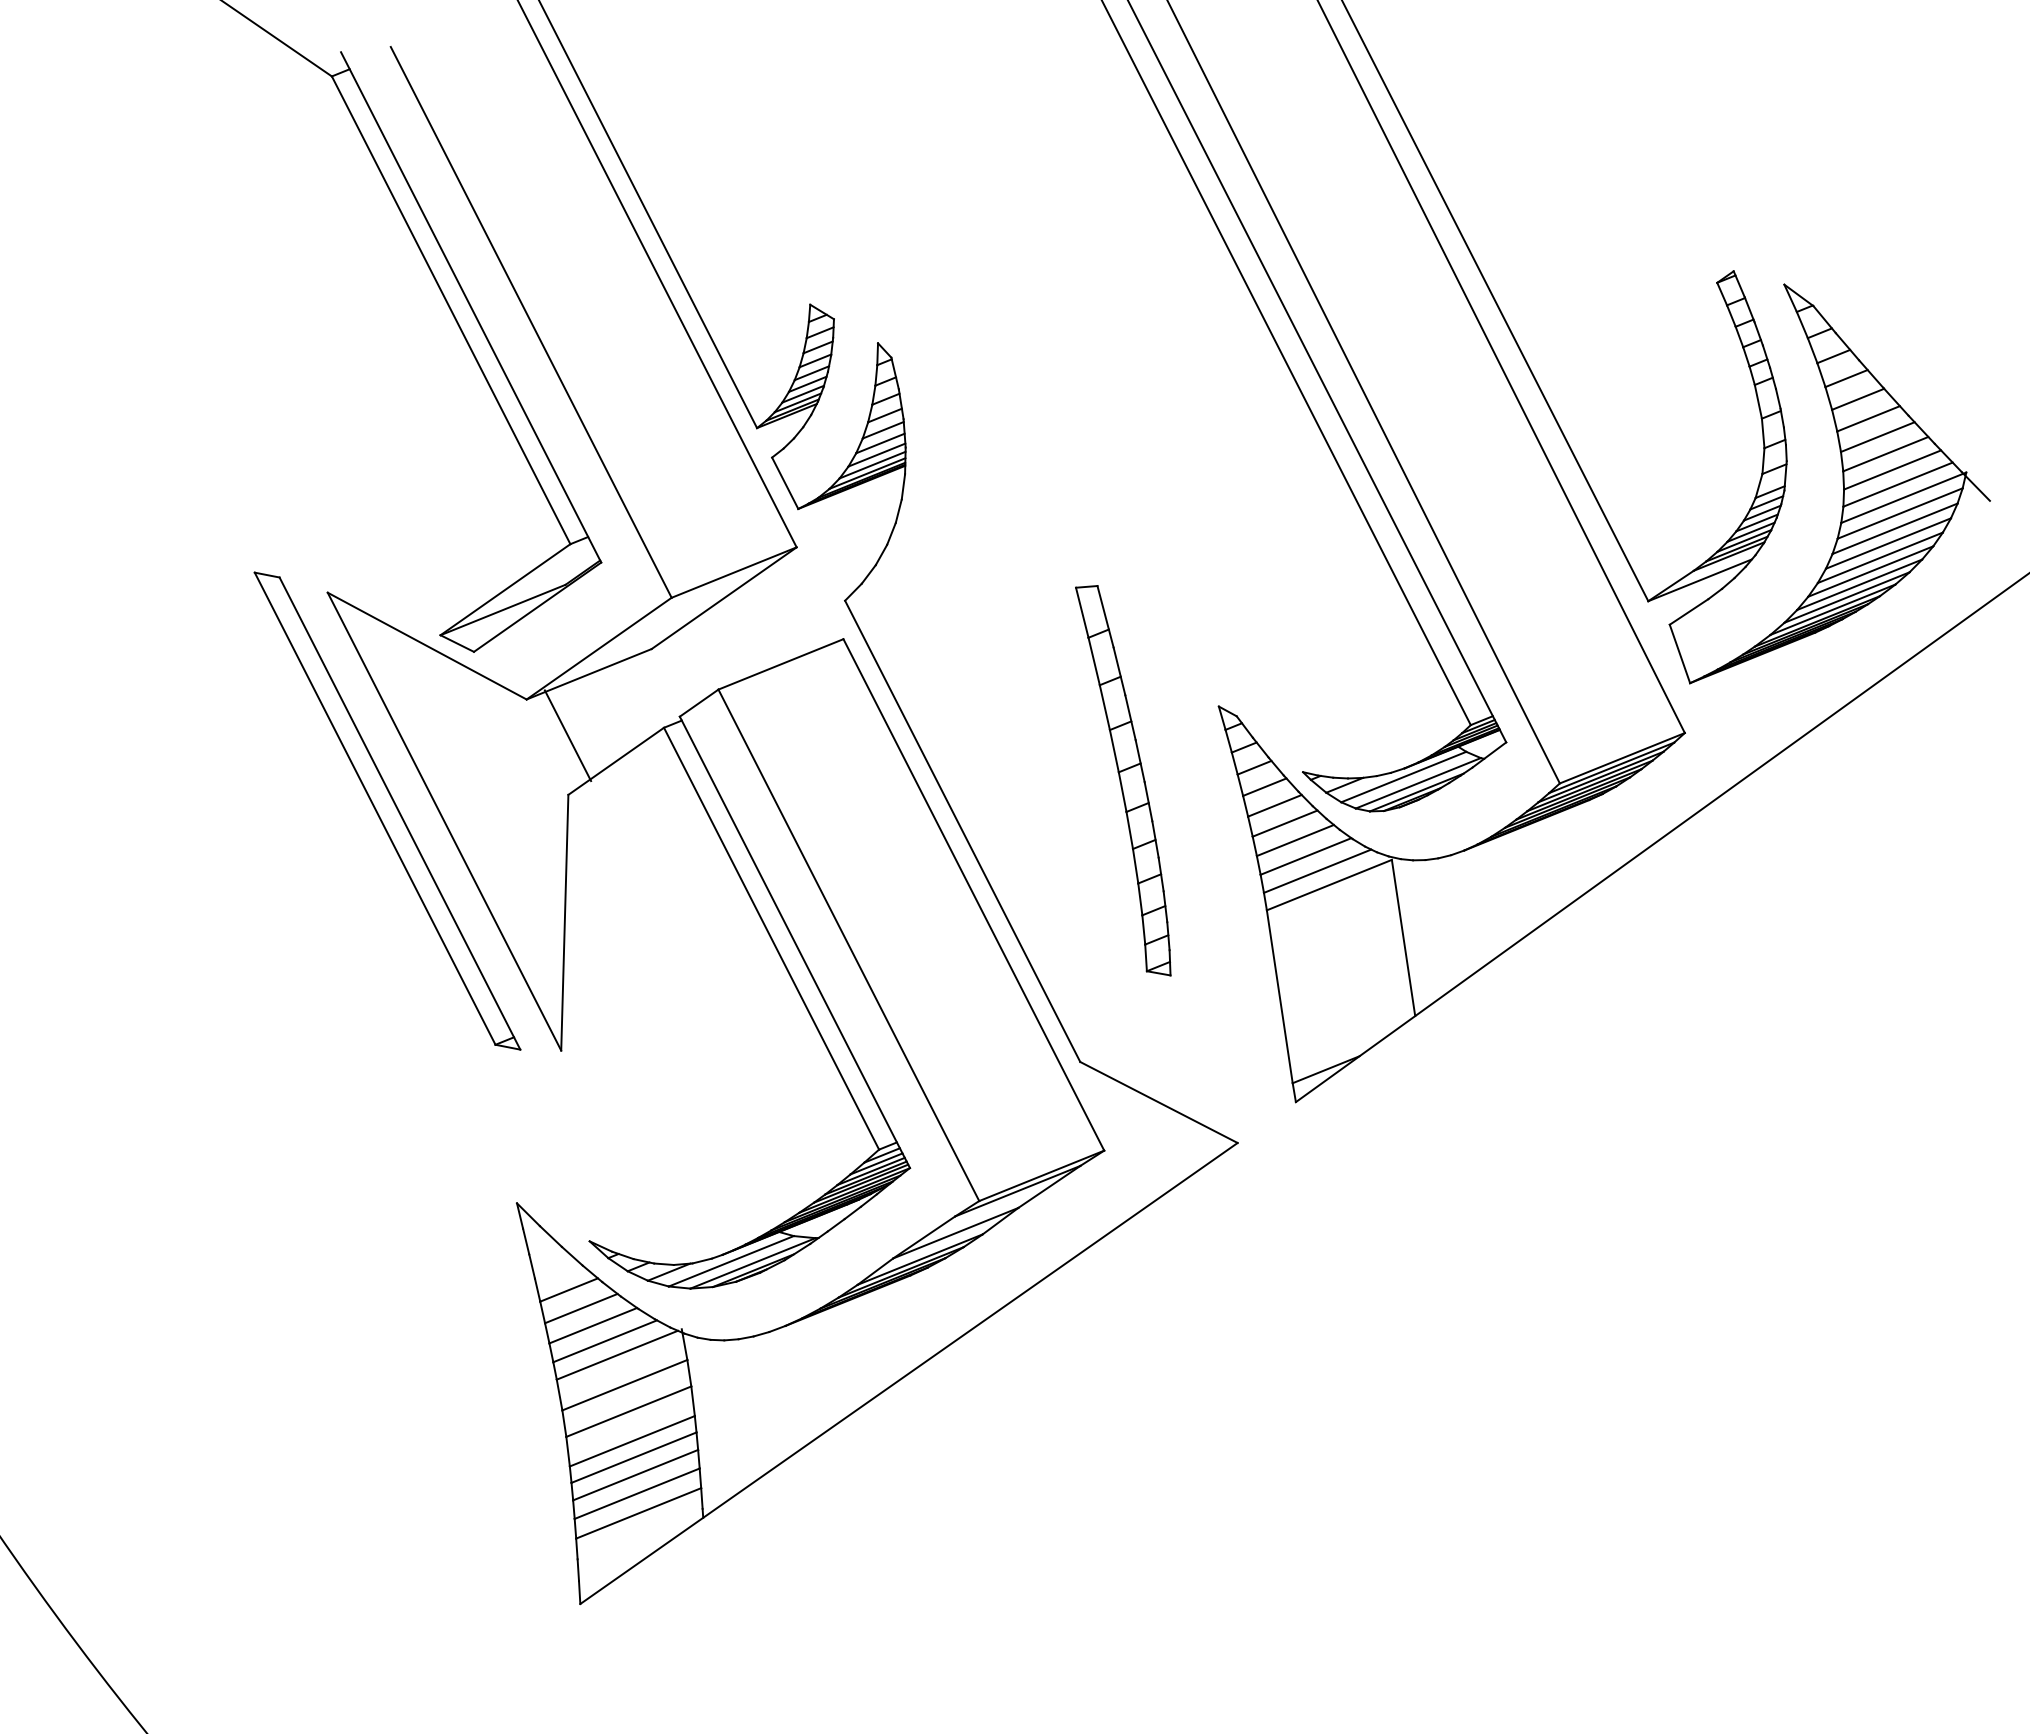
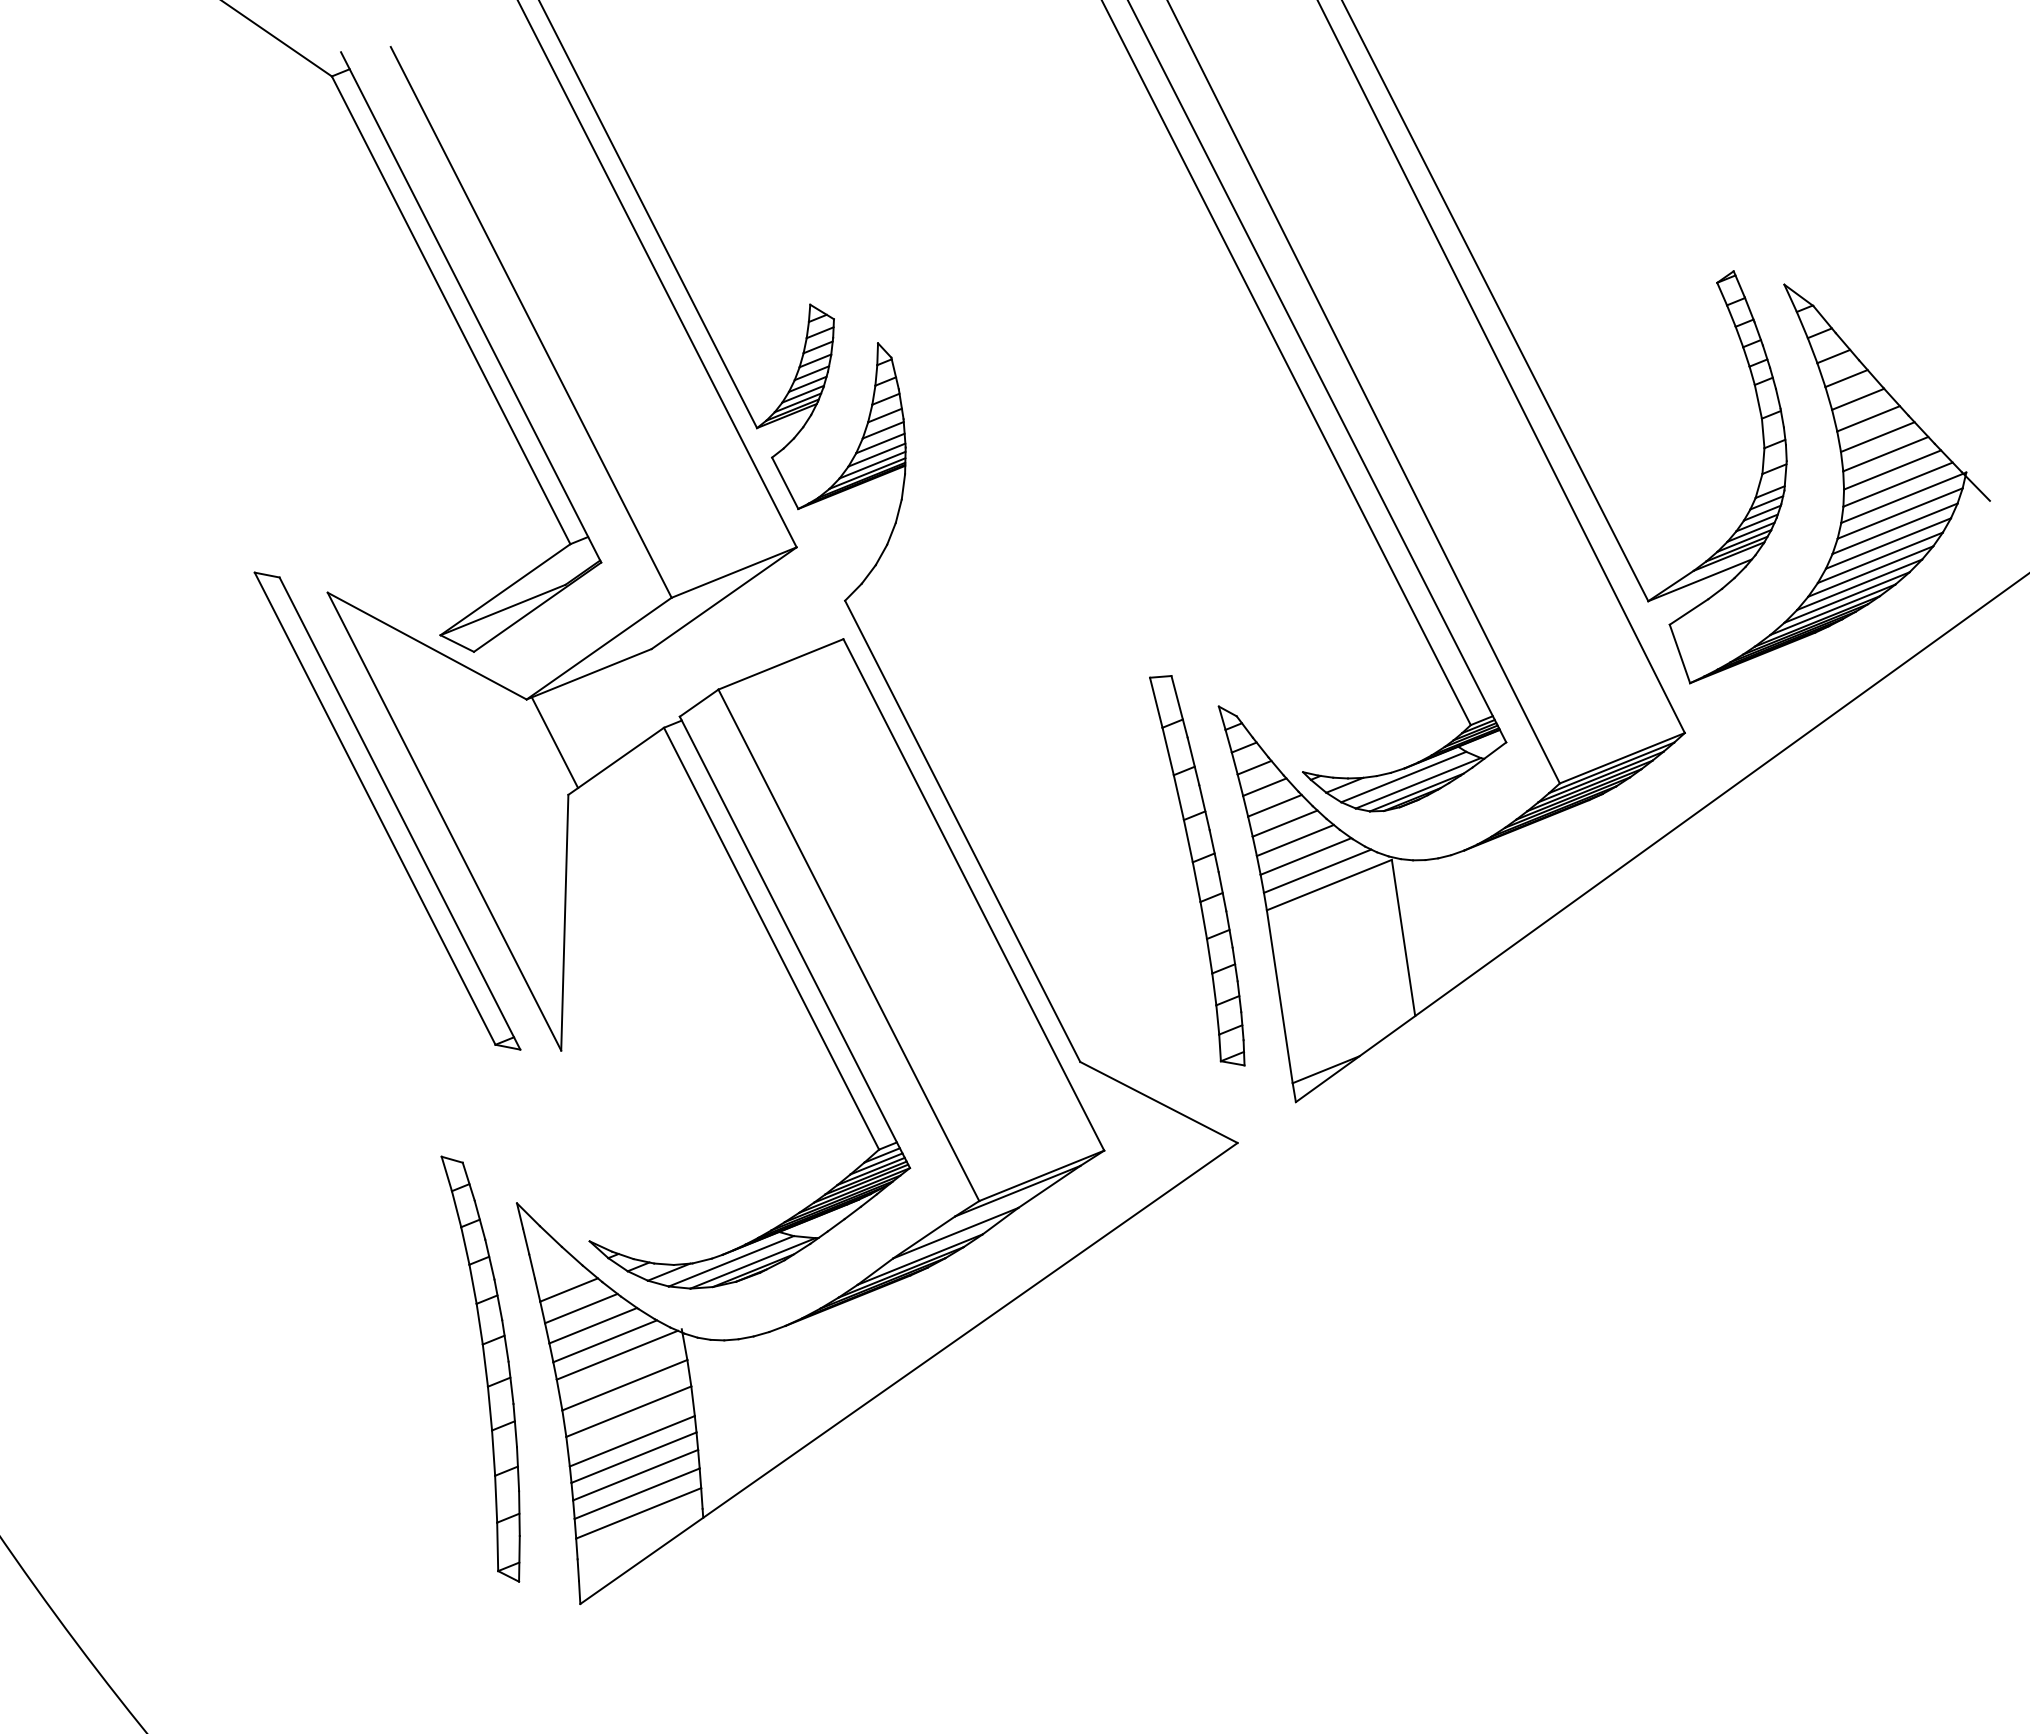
line at (567, 735) position: (567, 735) -> (554, 742)
part at (1123, 780) position: (1123, 780) -> (1197, 870)
part at (480, 1368): none -> present
